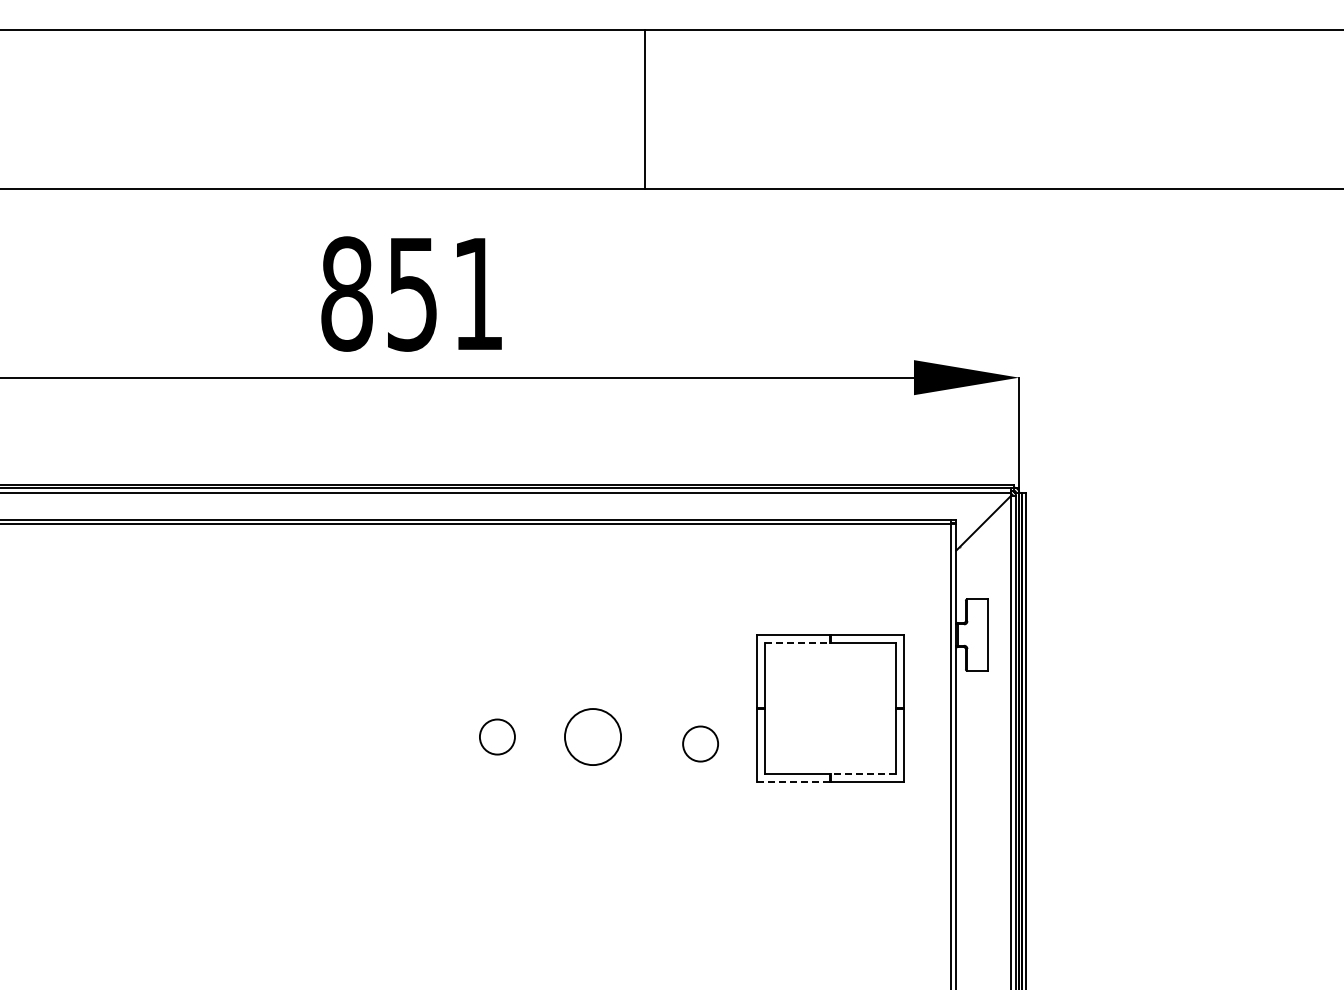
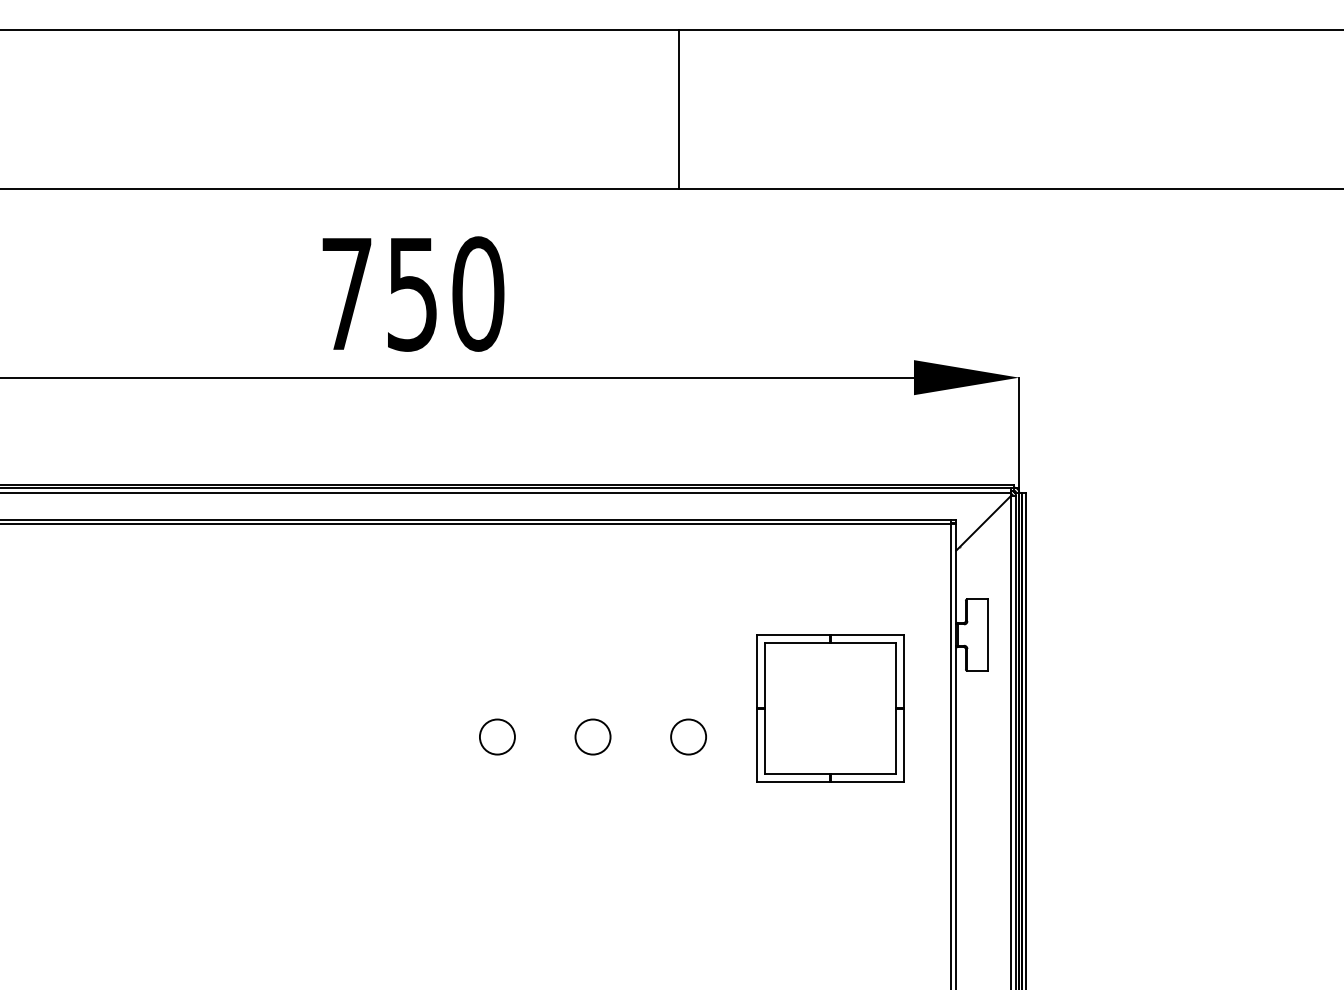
line at (645, 109) position: (645, 109) -> (679, 109)
text at (412, 293): 851 -> 750
line at (797, 643): dashed -> solid
circle at (592, 737) diameter: 56 px -> 35 px
circle at (700, 743) position: (700, 743) -> (688, 736)
line at (862, 773): dashed -> solid
line at (793, 781): dashed -> solid
